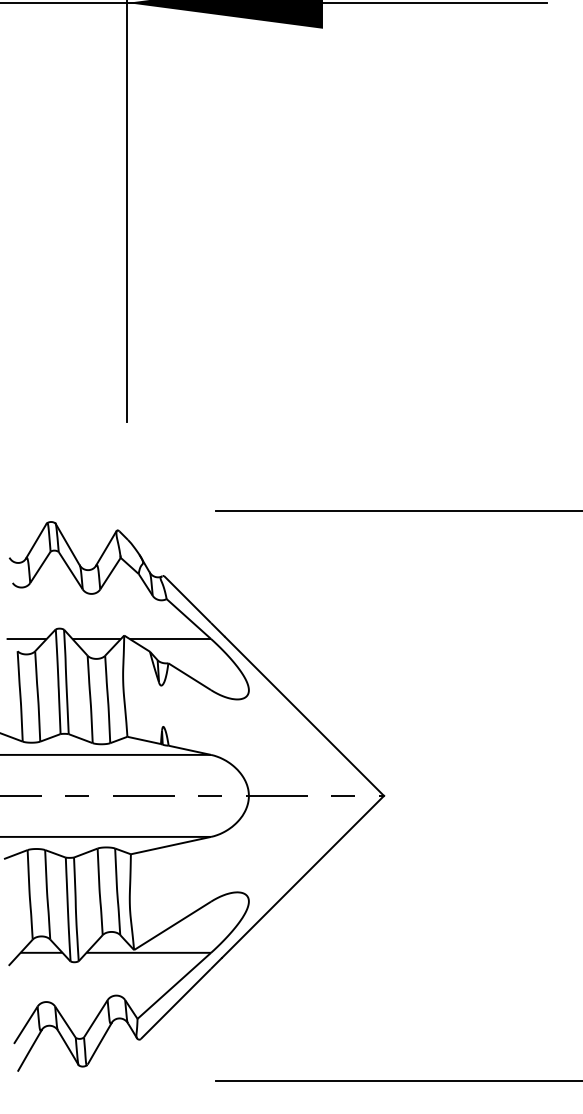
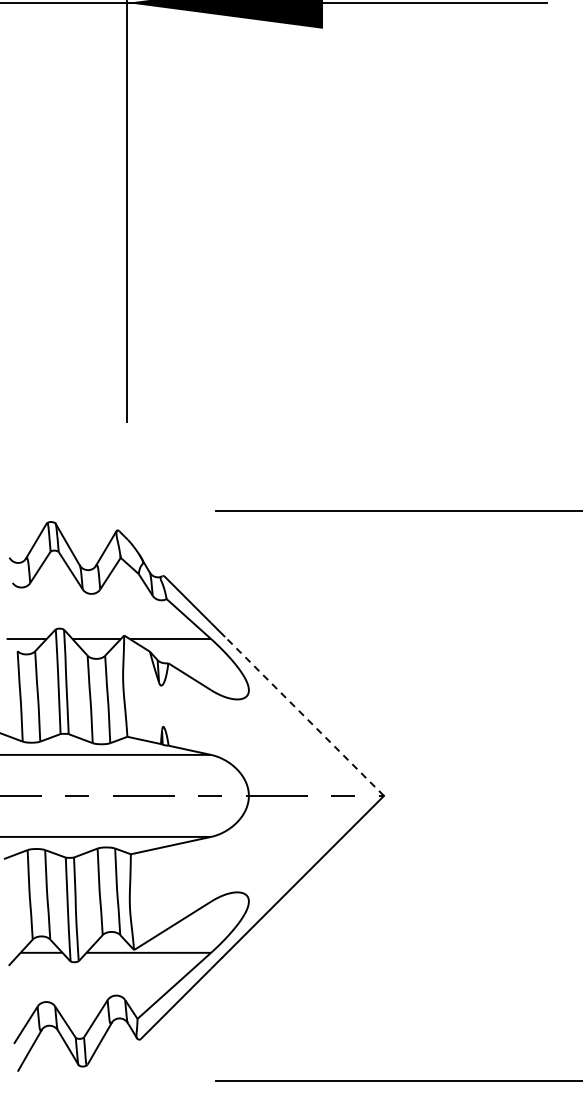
line at (304, 716): solid -> dashed
